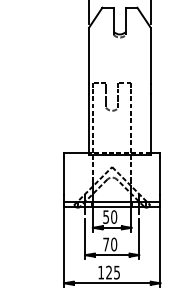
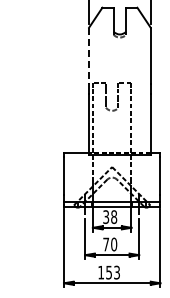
line at (89, 56): solid -> dashed
text at (110, 216): 50 -> 38
text at (112, 272): 125 -> 153
